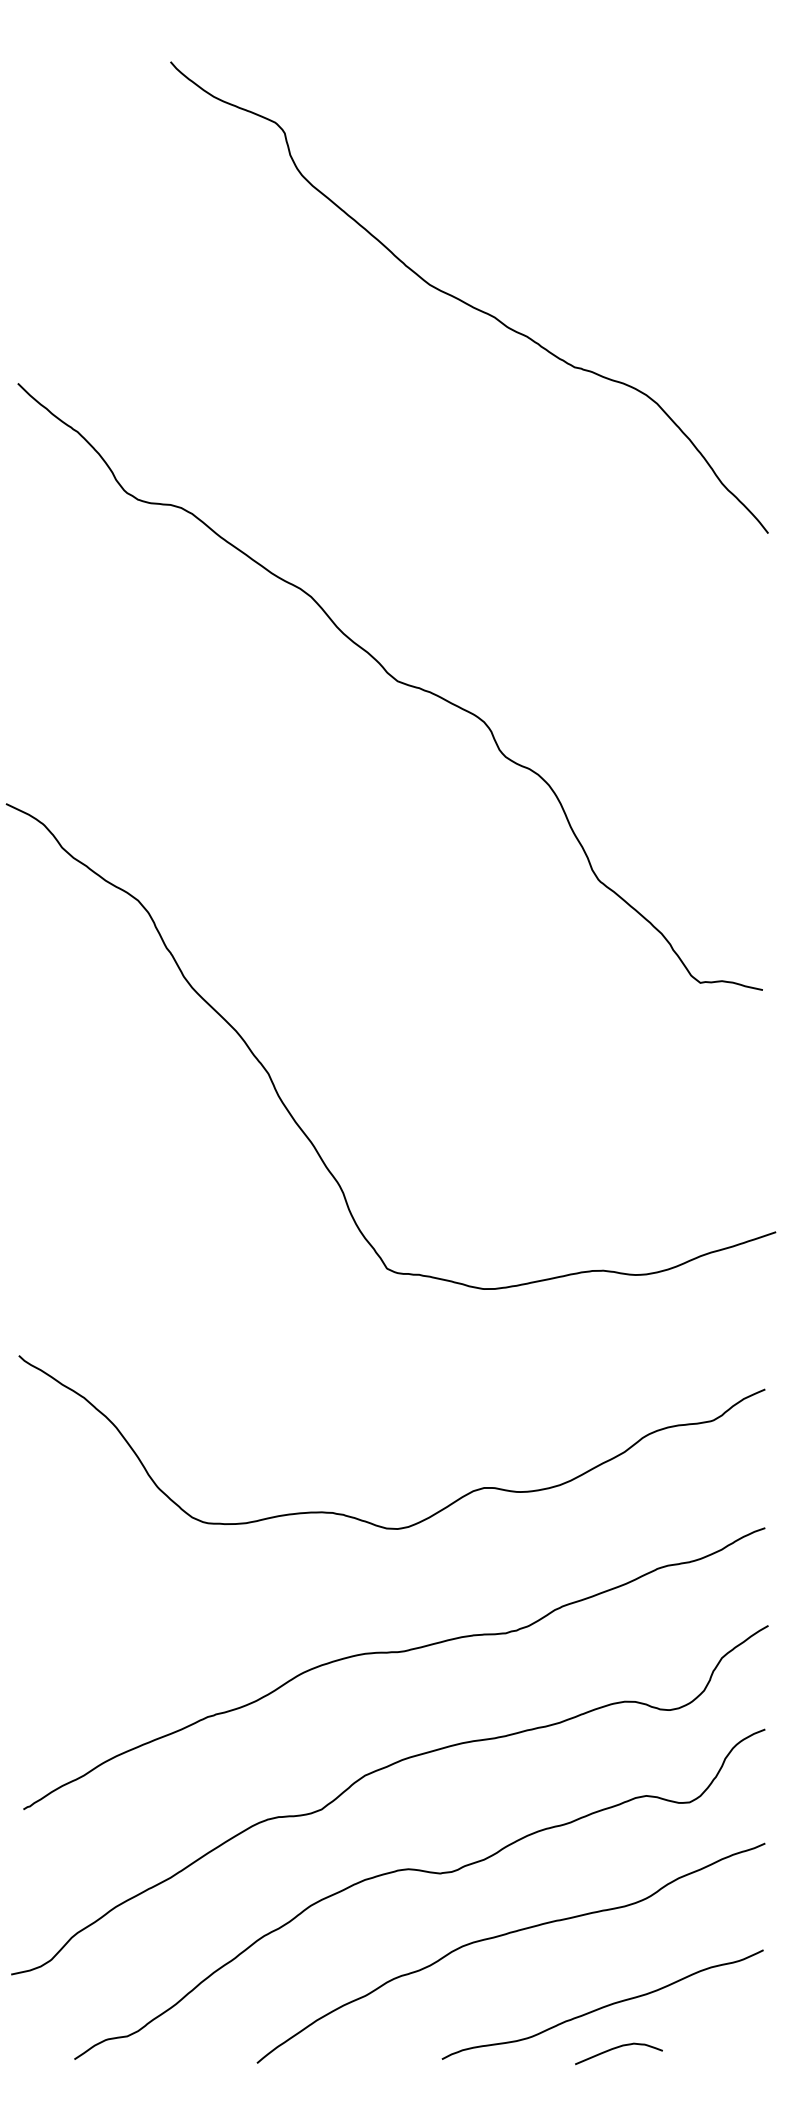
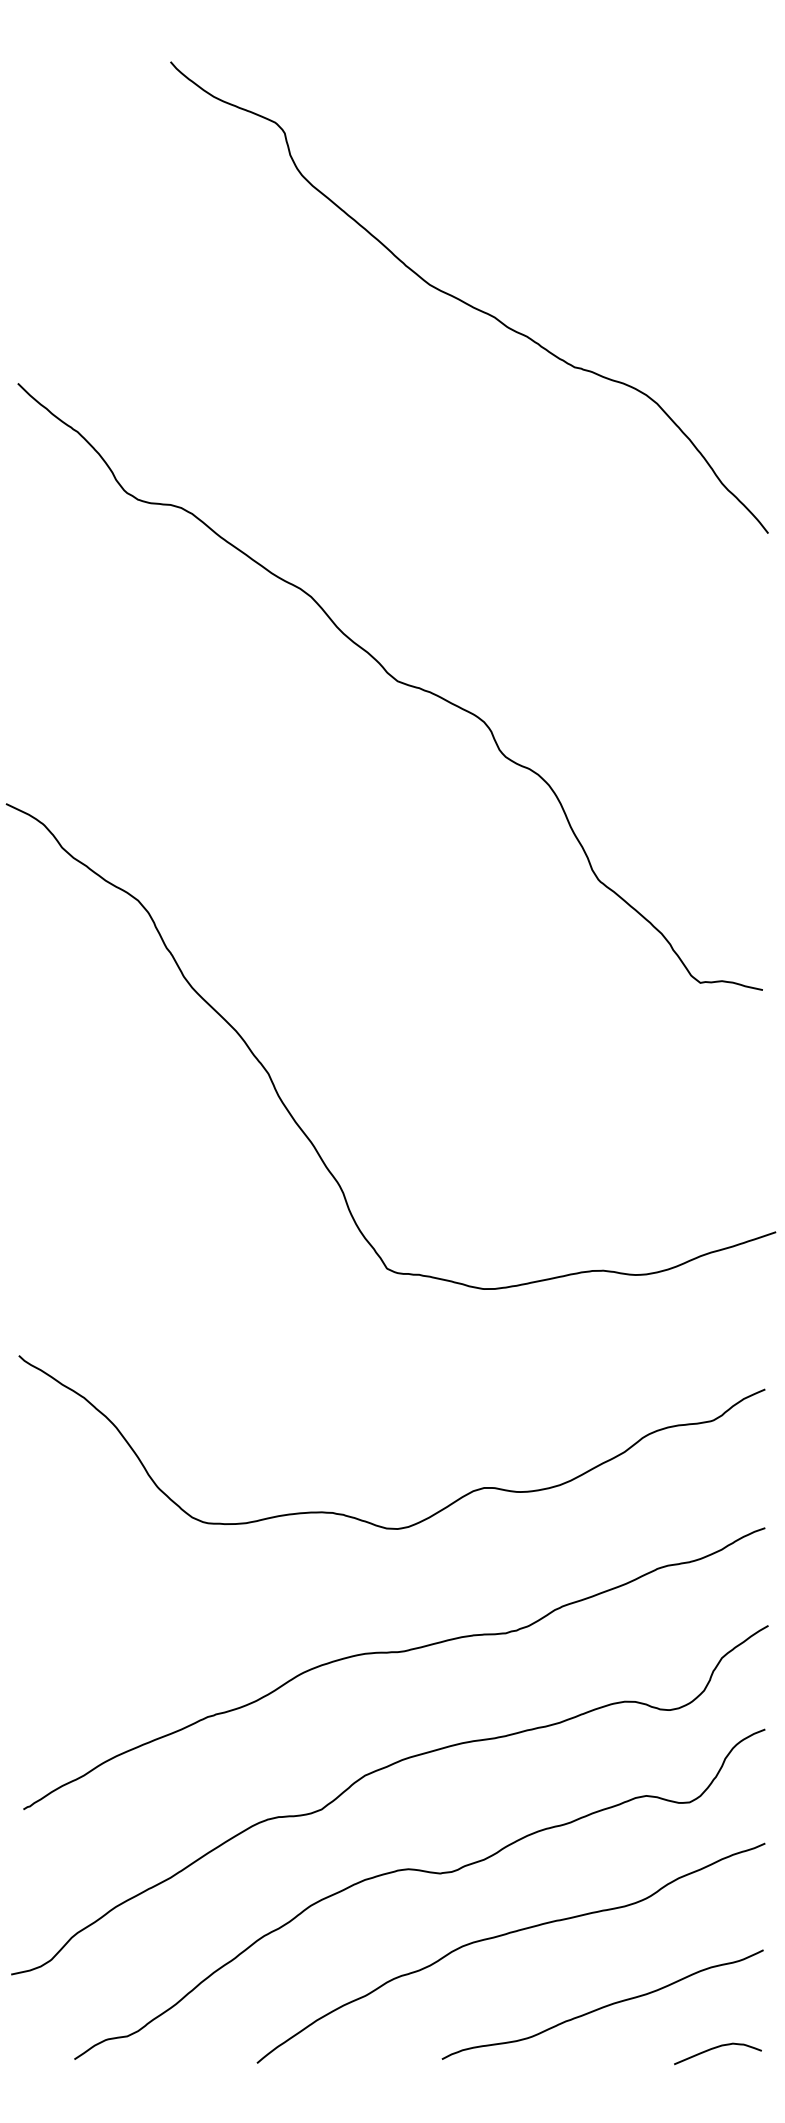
curve at (617, 2048) position: (617, 2048) -> (716, 2048)
